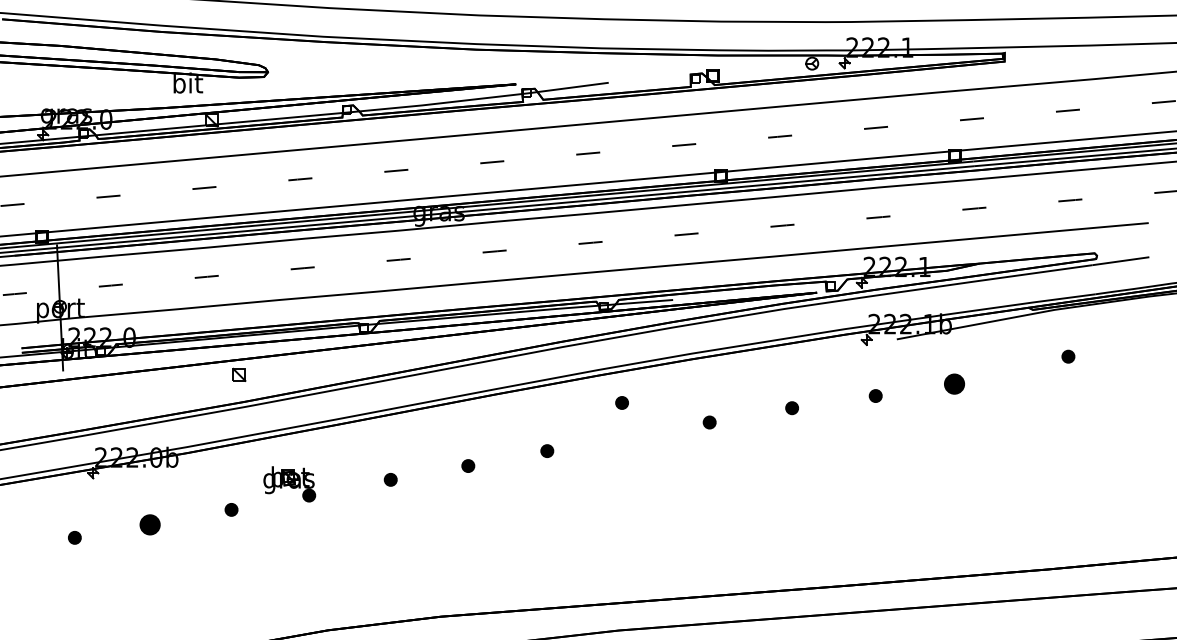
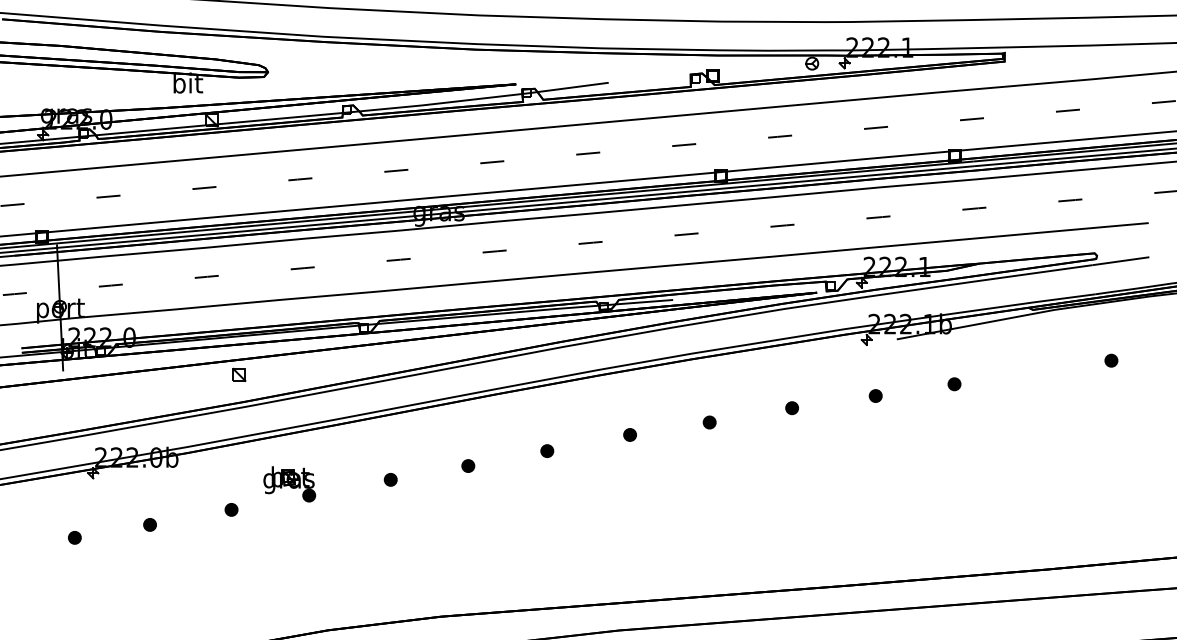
part at (1068, 356) position: (1068, 356) -> (1111, 360)
part at (954, 383) size: 21x22 px -> 15x15 px
part at (621, 402) position: (621, 402) -> (629, 434)
part at (149, 524) size: 22x22 px -> 14x14 px
